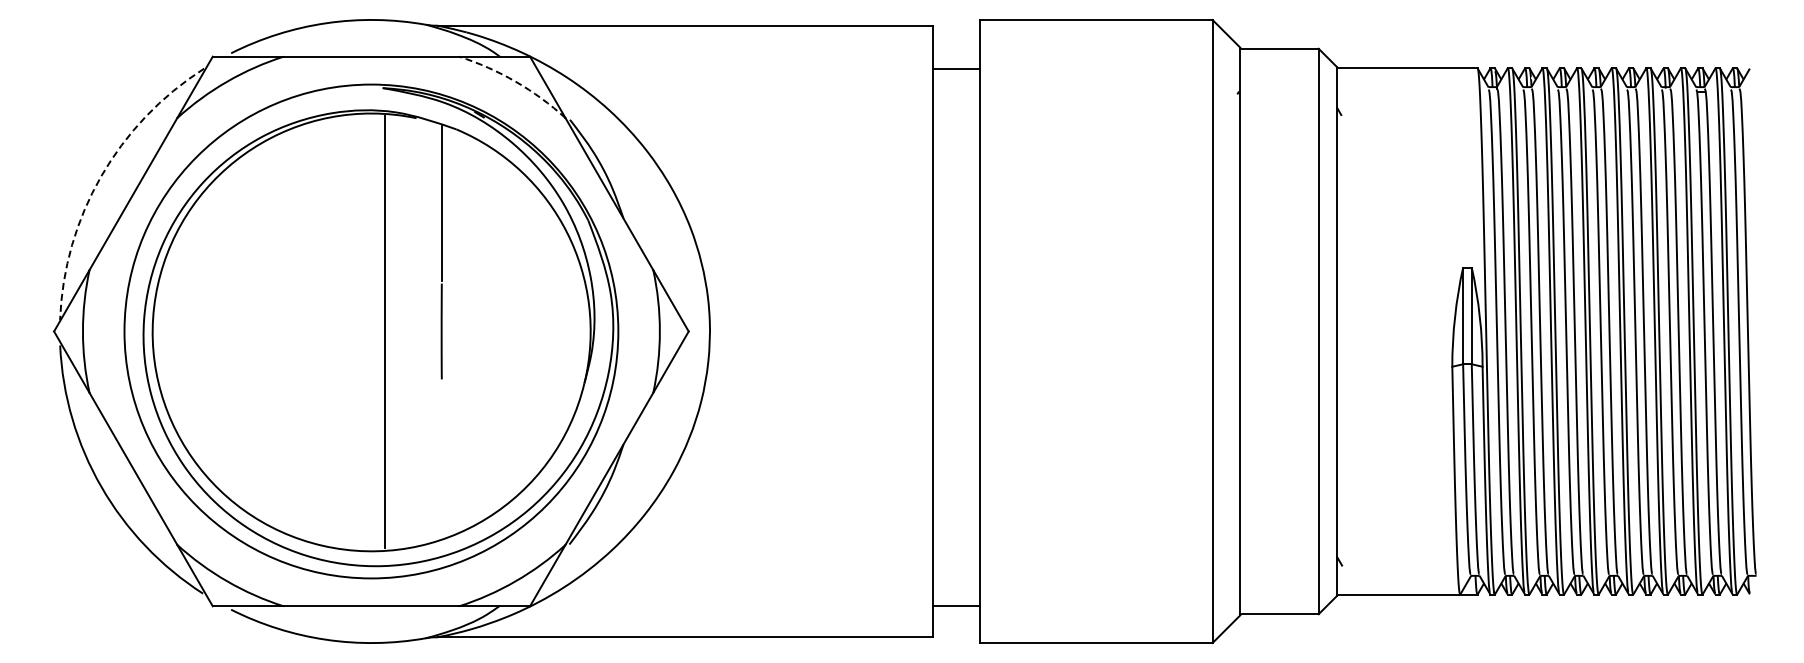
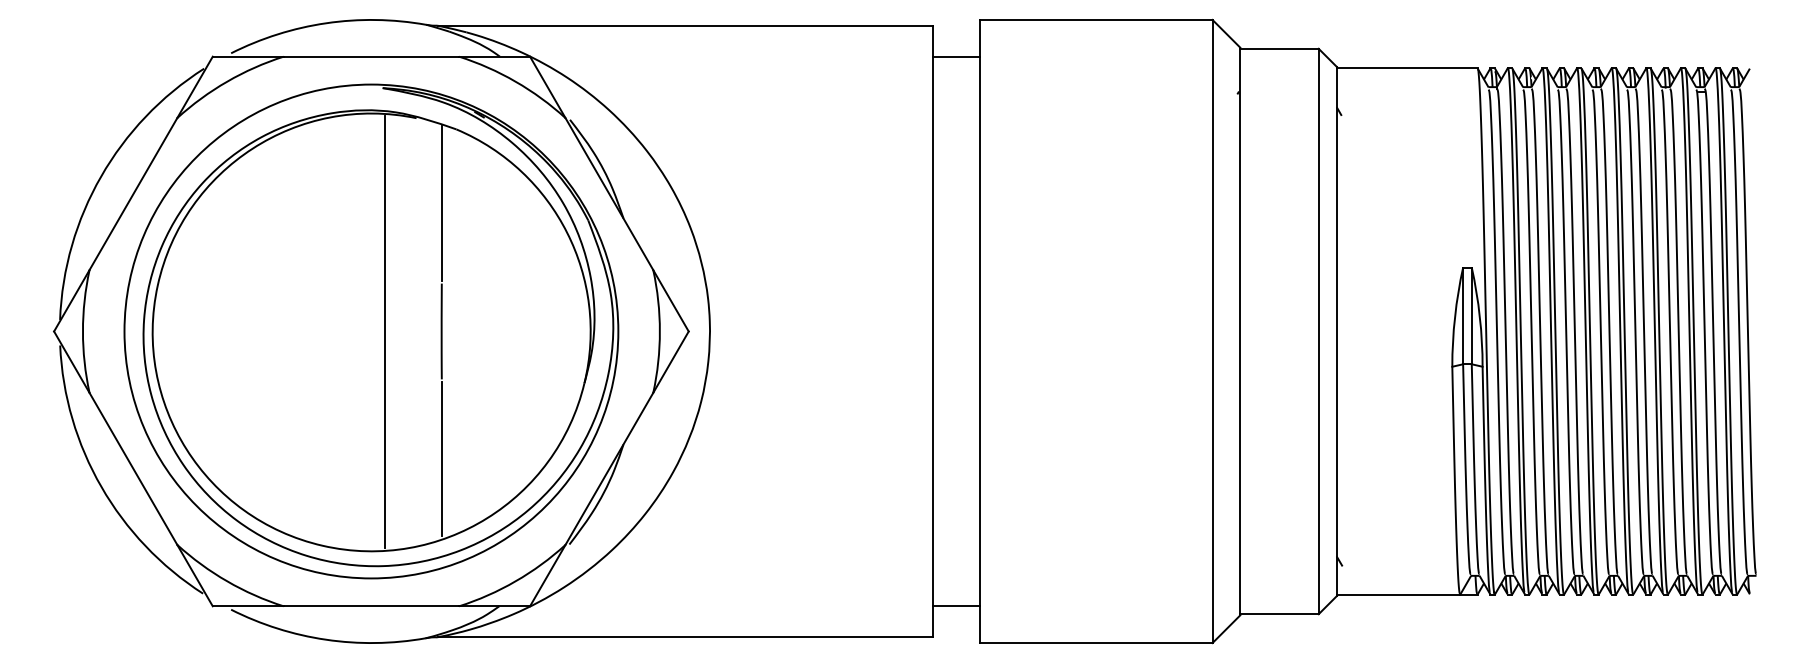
line at (956, 68) position: (956, 68) -> (956, 56)
arc at (515, 81): dashed -> solid
arc at (101, 176): dashed -> solid
line at (441, 458): none -> present
